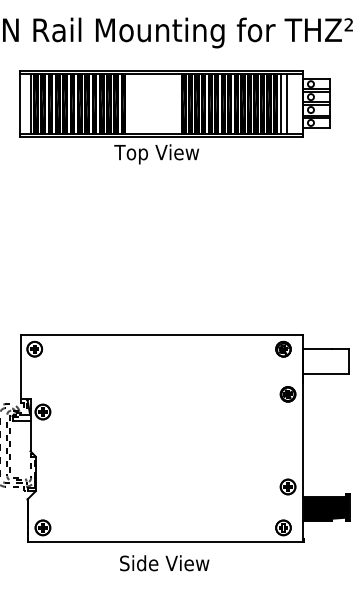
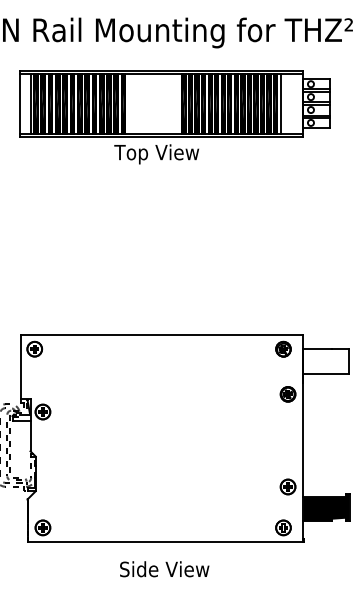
line at (287, 103): present -> none
text at (164, 563) position: (164, 563) -> (164, 569)
